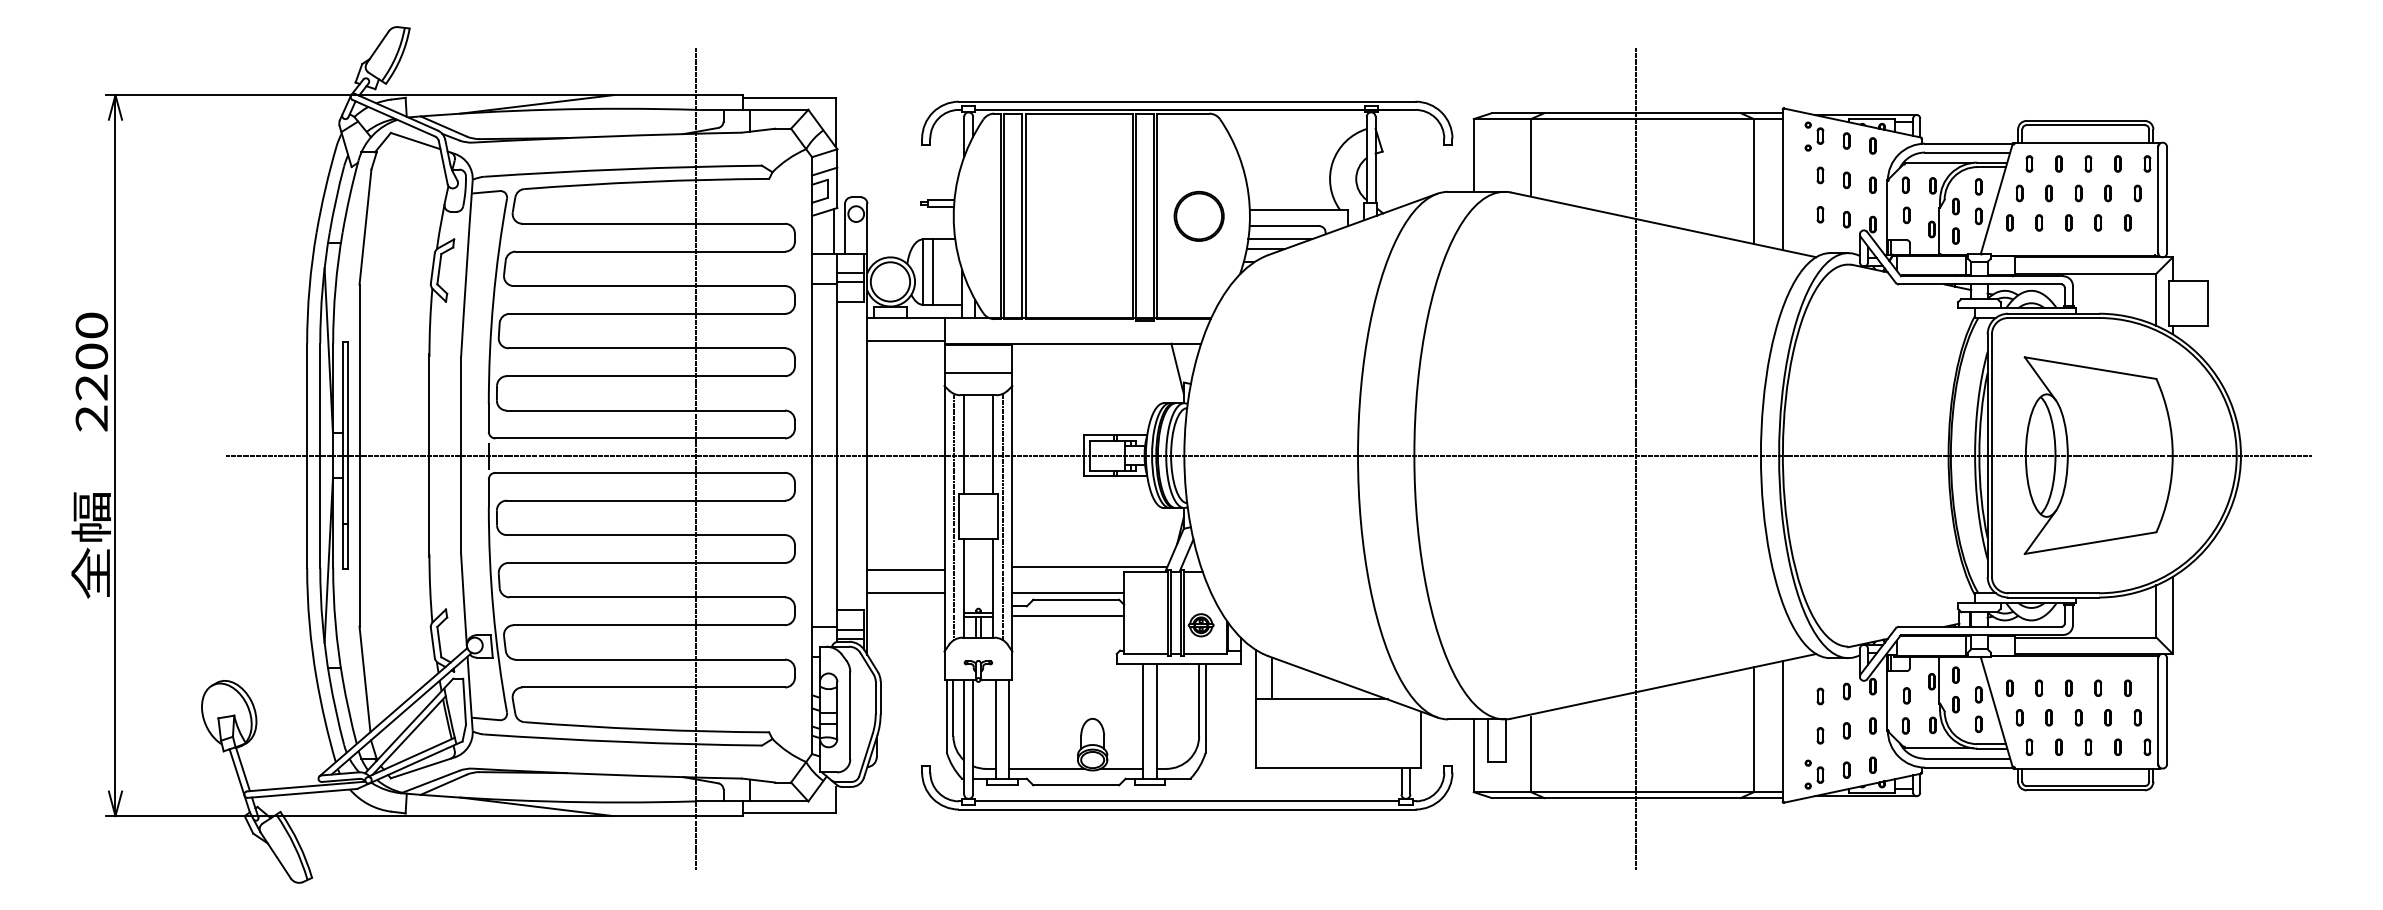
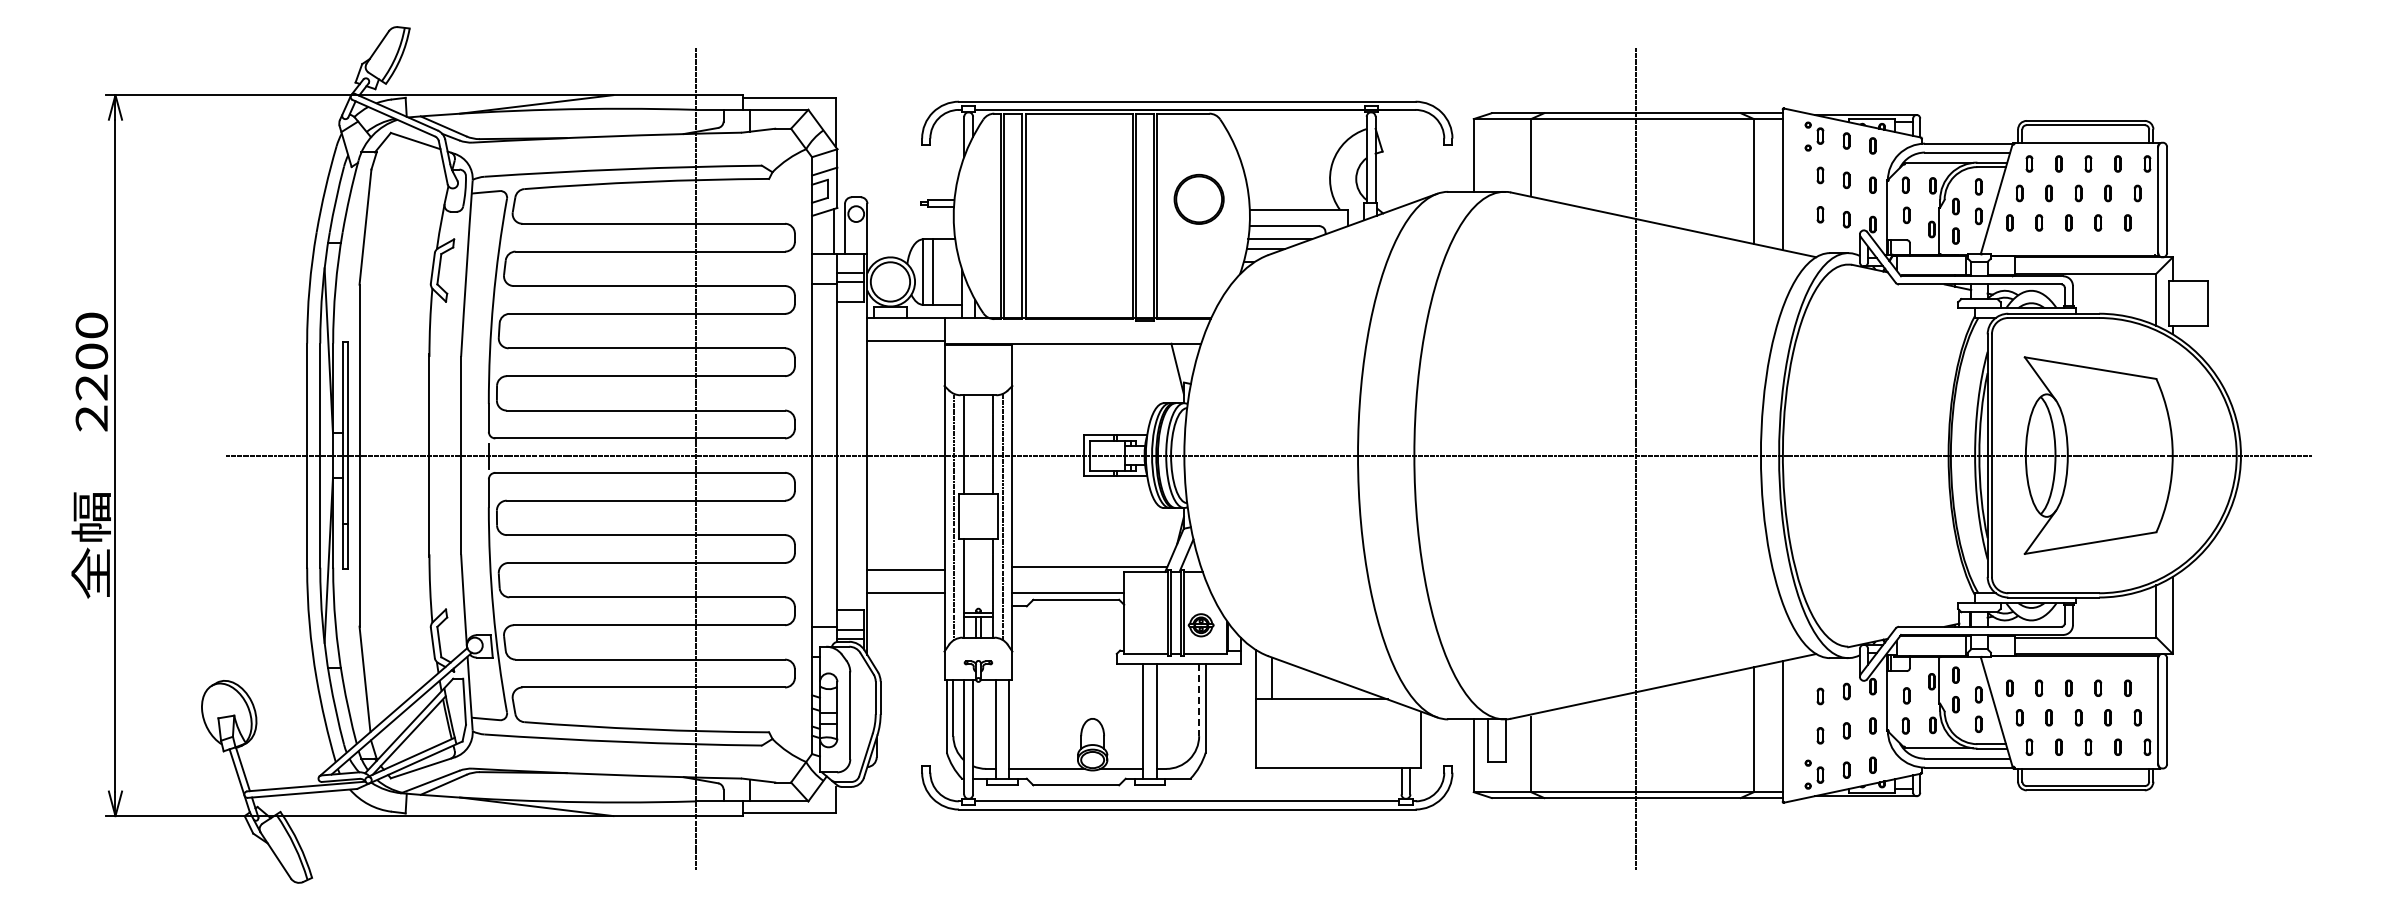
part at (1198, 216) position: (1198, 216) -> (1198, 199)
line at (978, 373): present -> none
line at (1068, 616): present -> none
line at (1199, 700): solid -> dashed
